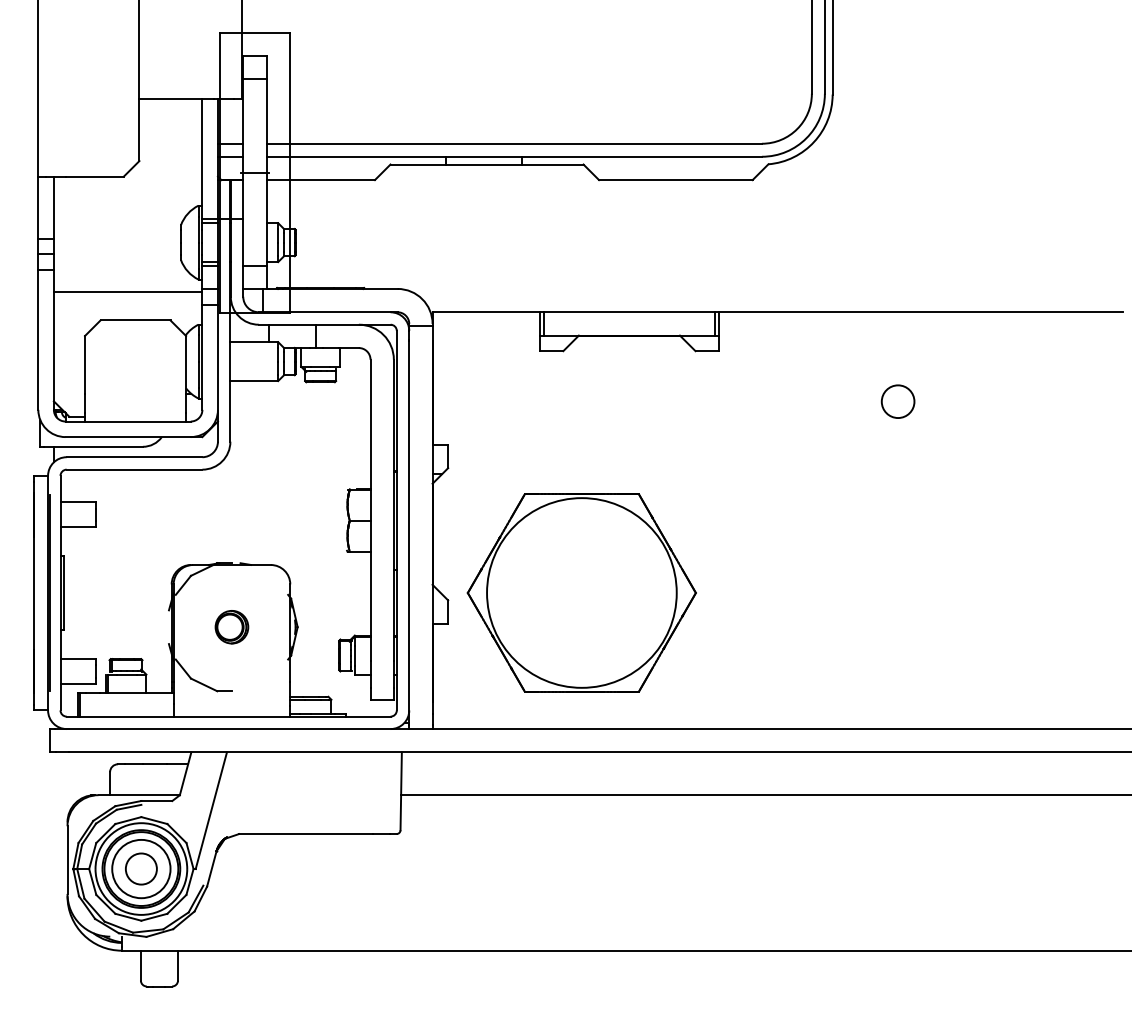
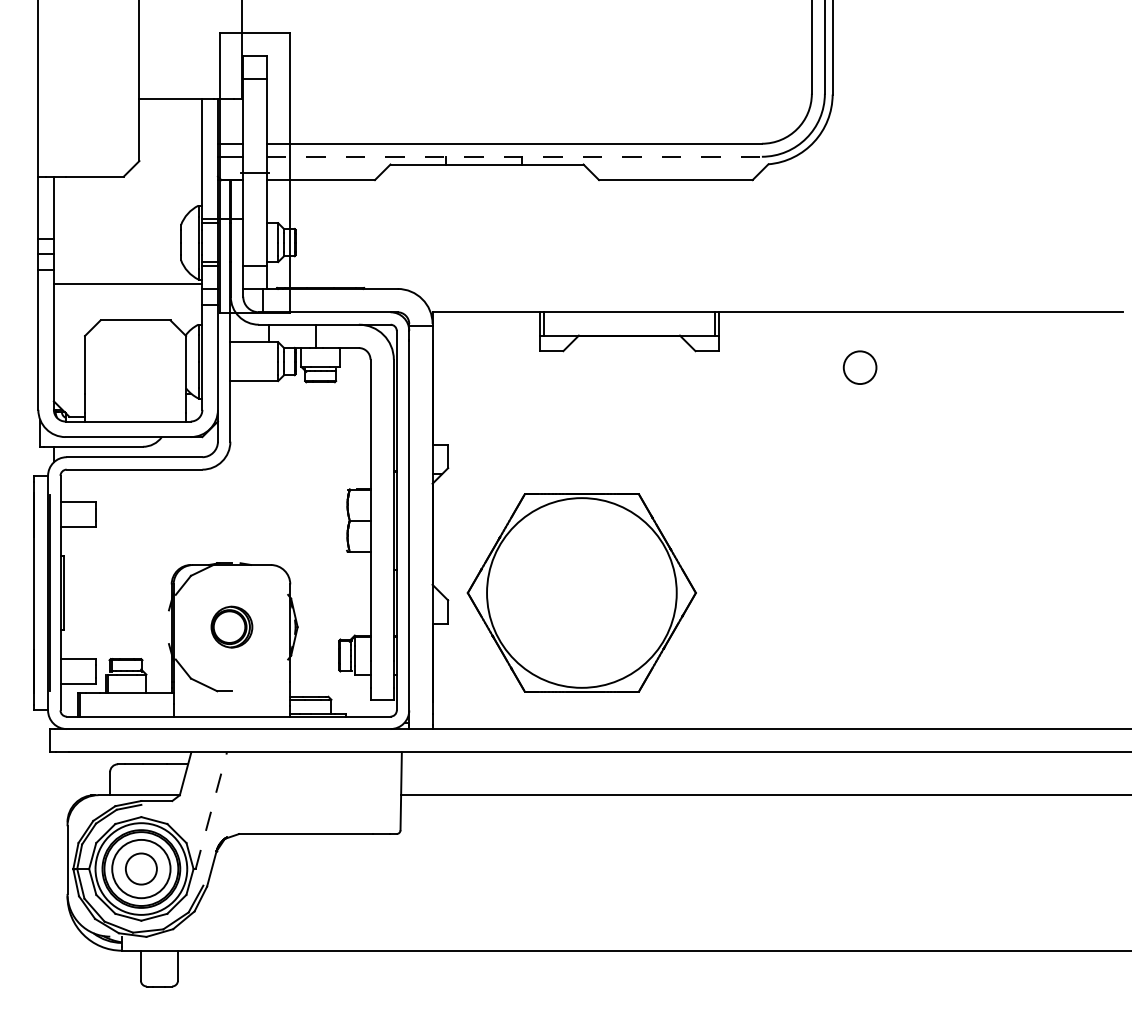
line at (514, 156): solid -> dashed
line at (127, 292) position: (127, 292) -> (127, 284)
circle at (897, 401) position: (897, 401) -> (859, 367)
part at (231, 627) size: 36x35 px -> 44x44 px
line at (211, 810): solid -> dashed
